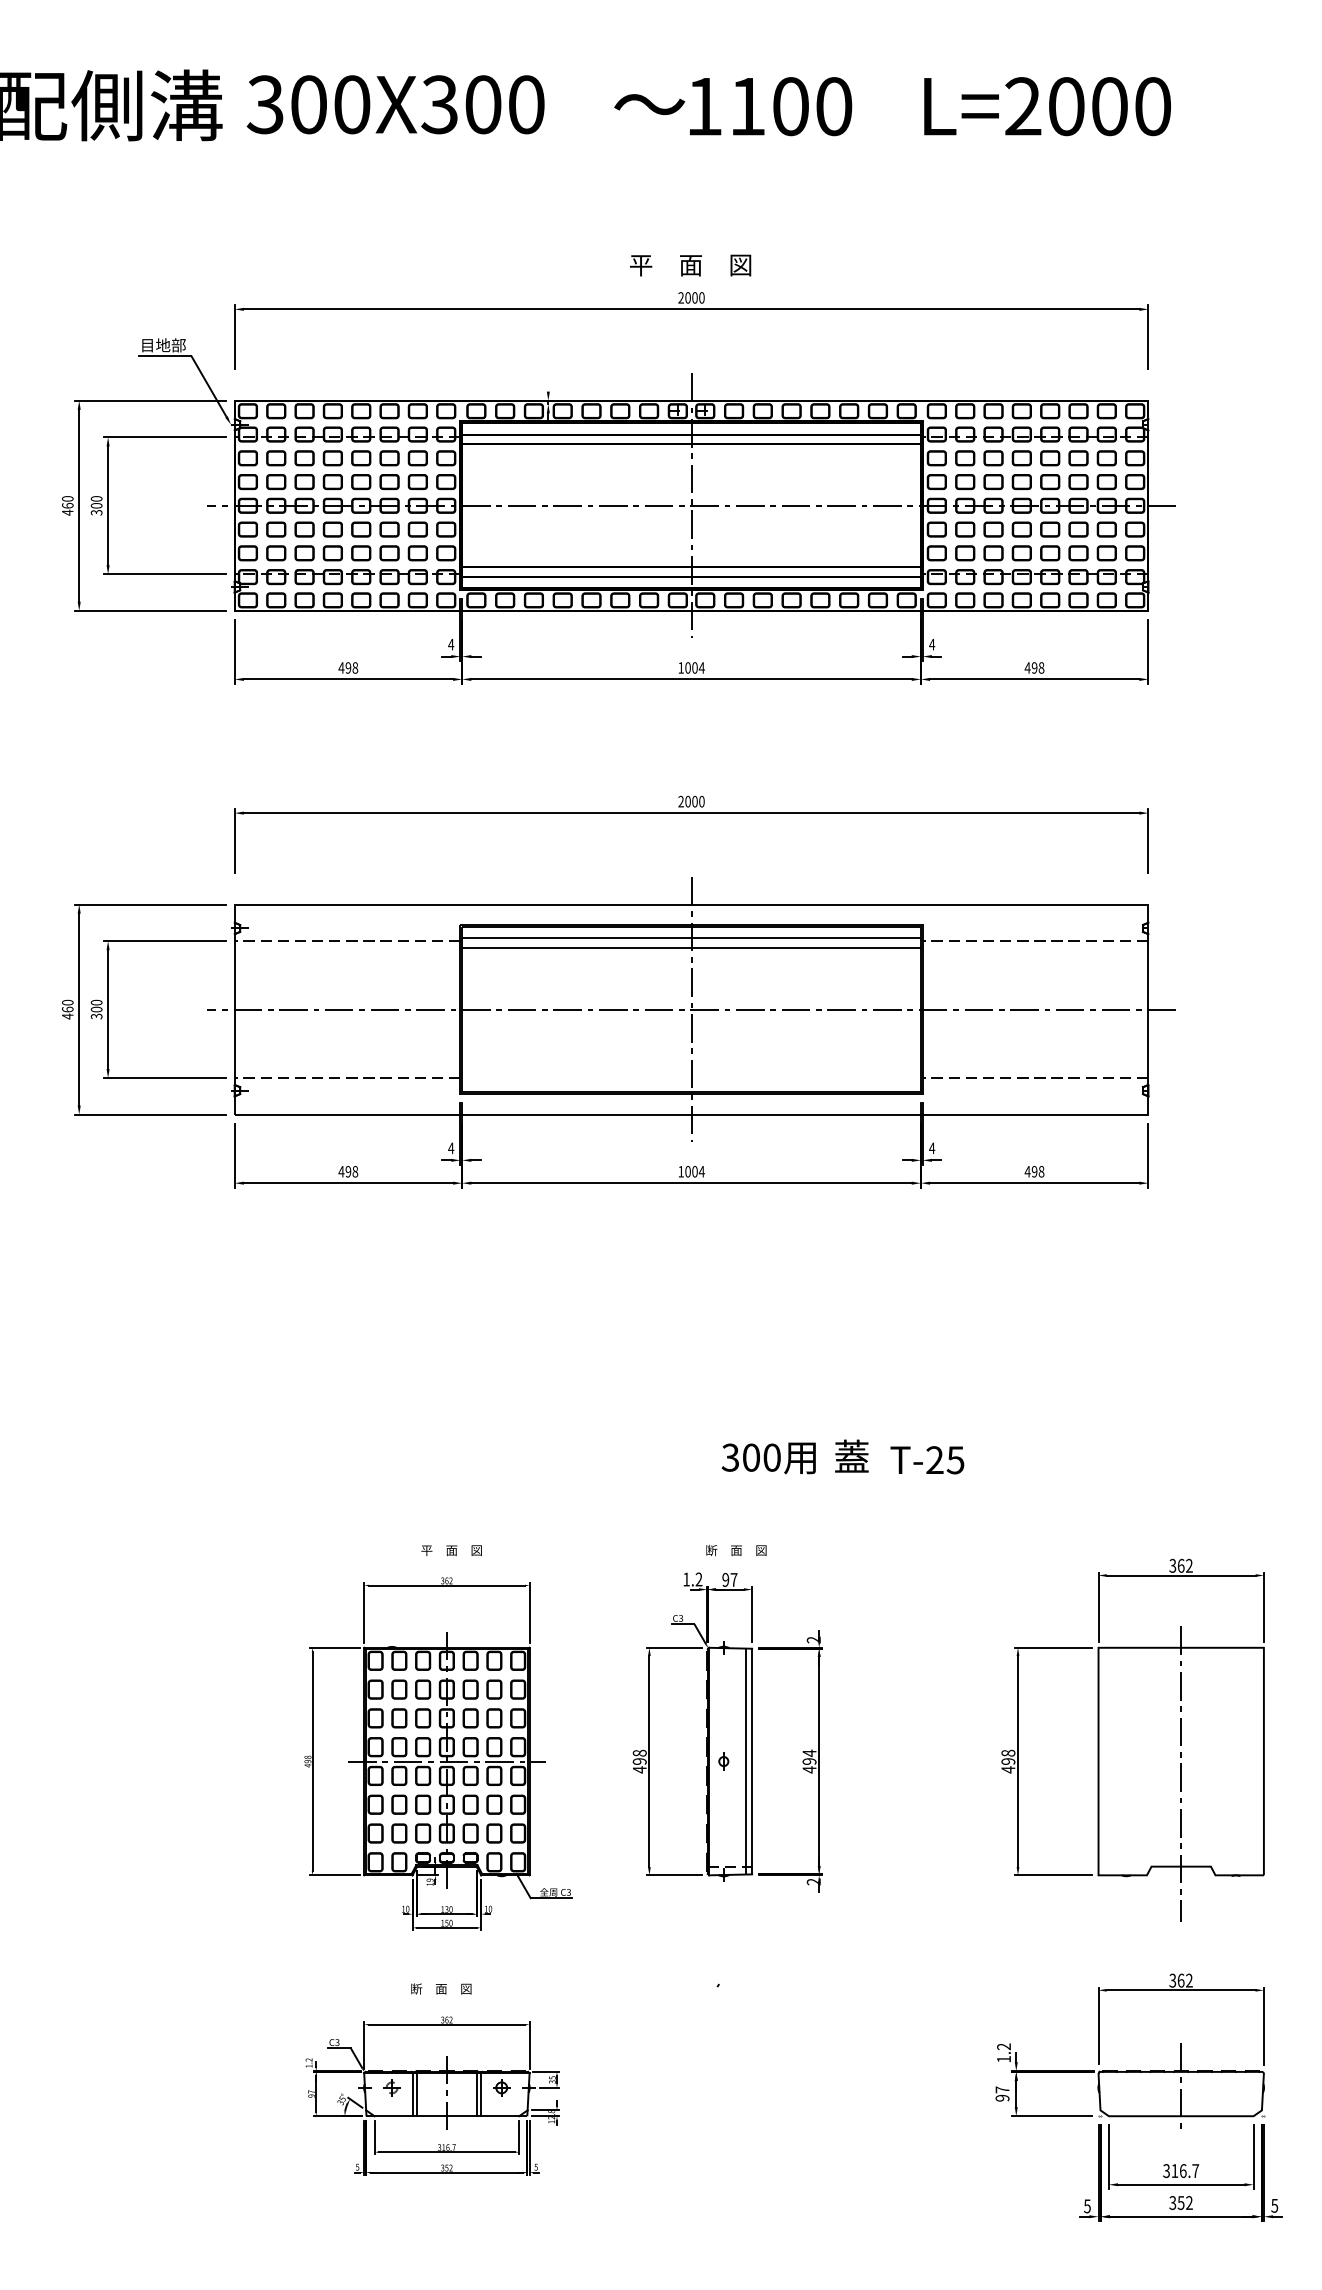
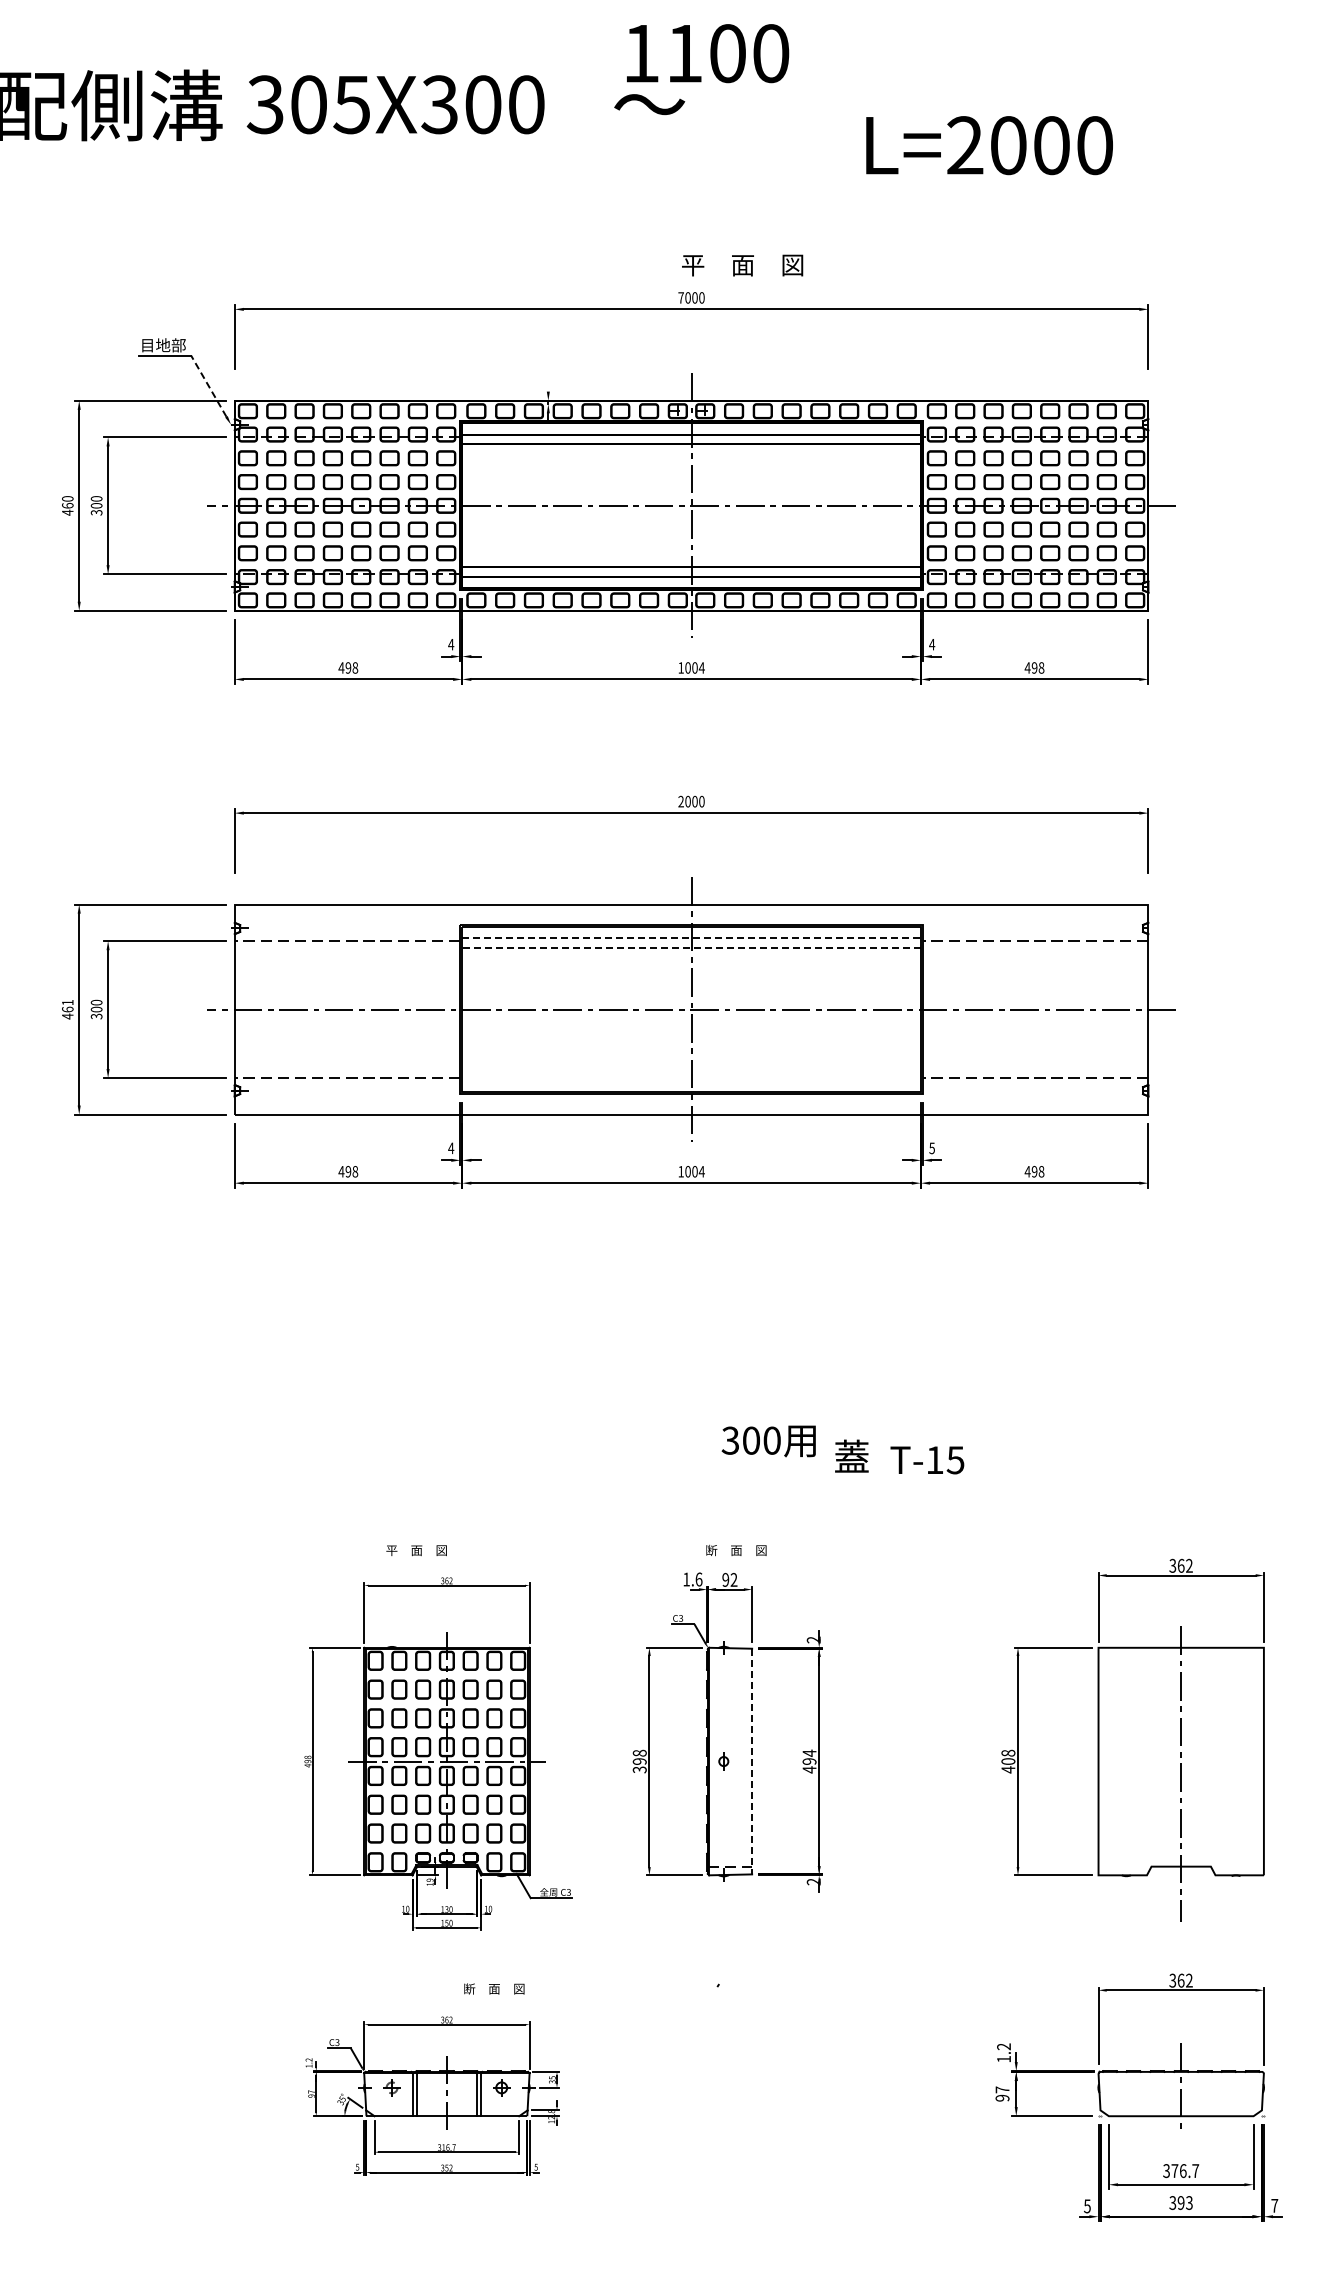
text at (351, 104): 300X300 -> 305X300
text at (771, 106) position: (771, 106) -> (708, 53)
text at (1047, 106) position: (1047, 106) -> (989, 145)
text at (690, 265) position: (690, 265) -> (742, 265)
text at (680, 297): 2000 -> 7000
line at (208, 385): solid -> dashed
line at (692, 938): solid -> dashed
line at (691, 947): solid -> dashed
text at (67, 1002): 460 -> 461
text at (932, 1148): 4 -> 5
text at (768, 1458) position: (768, 1458) -> (768, 1441)
text at (934, 1459): T-25 -> T-15
text at (451, 1550) position: (451, 1550) -> (416, 1550)
text at (698, 1579): 1.2 -> 1.6
text at (733, 1579): 97 -> 92
line at (746, 1761): present -> none
line at (752, 1761): solid -> dashed
text at (1008, 1761): 498 -> 408
text at (639, 1769): 498 -> 398
text at (441, 1988) position: (441, 1988) -> (494, 1988)
text at (1174, 2170): 316.7 -> 376.7
text at (1184, 2203): 352 -> 393
text at (1274, 2205): 5 -> 7
